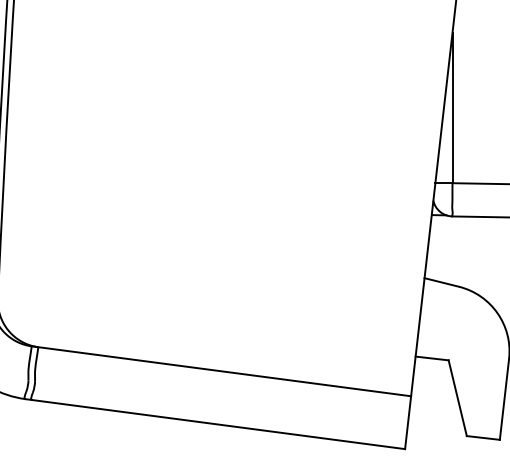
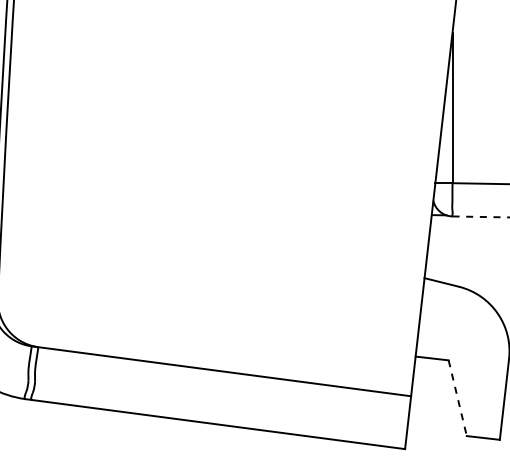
line at (481, 216): solid -> dashed
line at (457, 398): solid -> dashed
